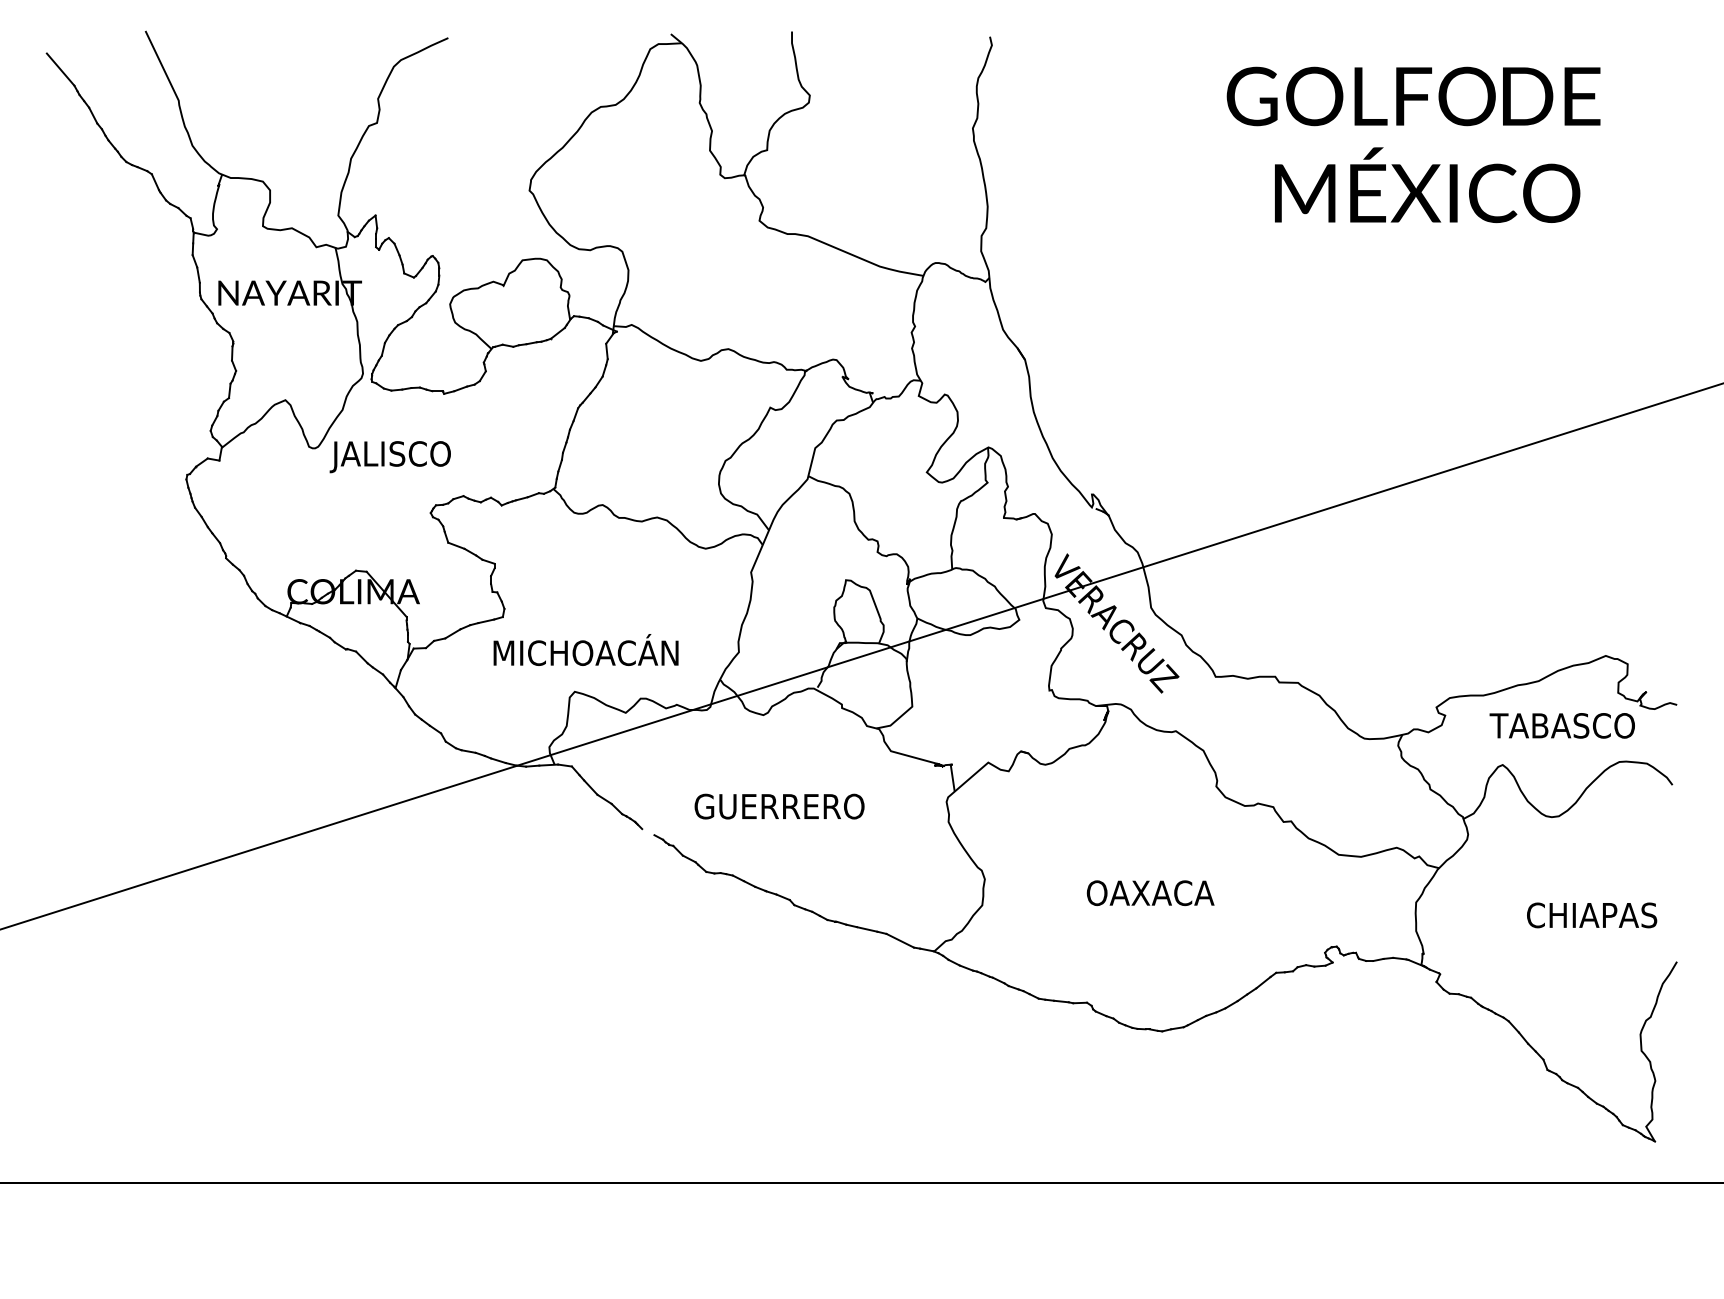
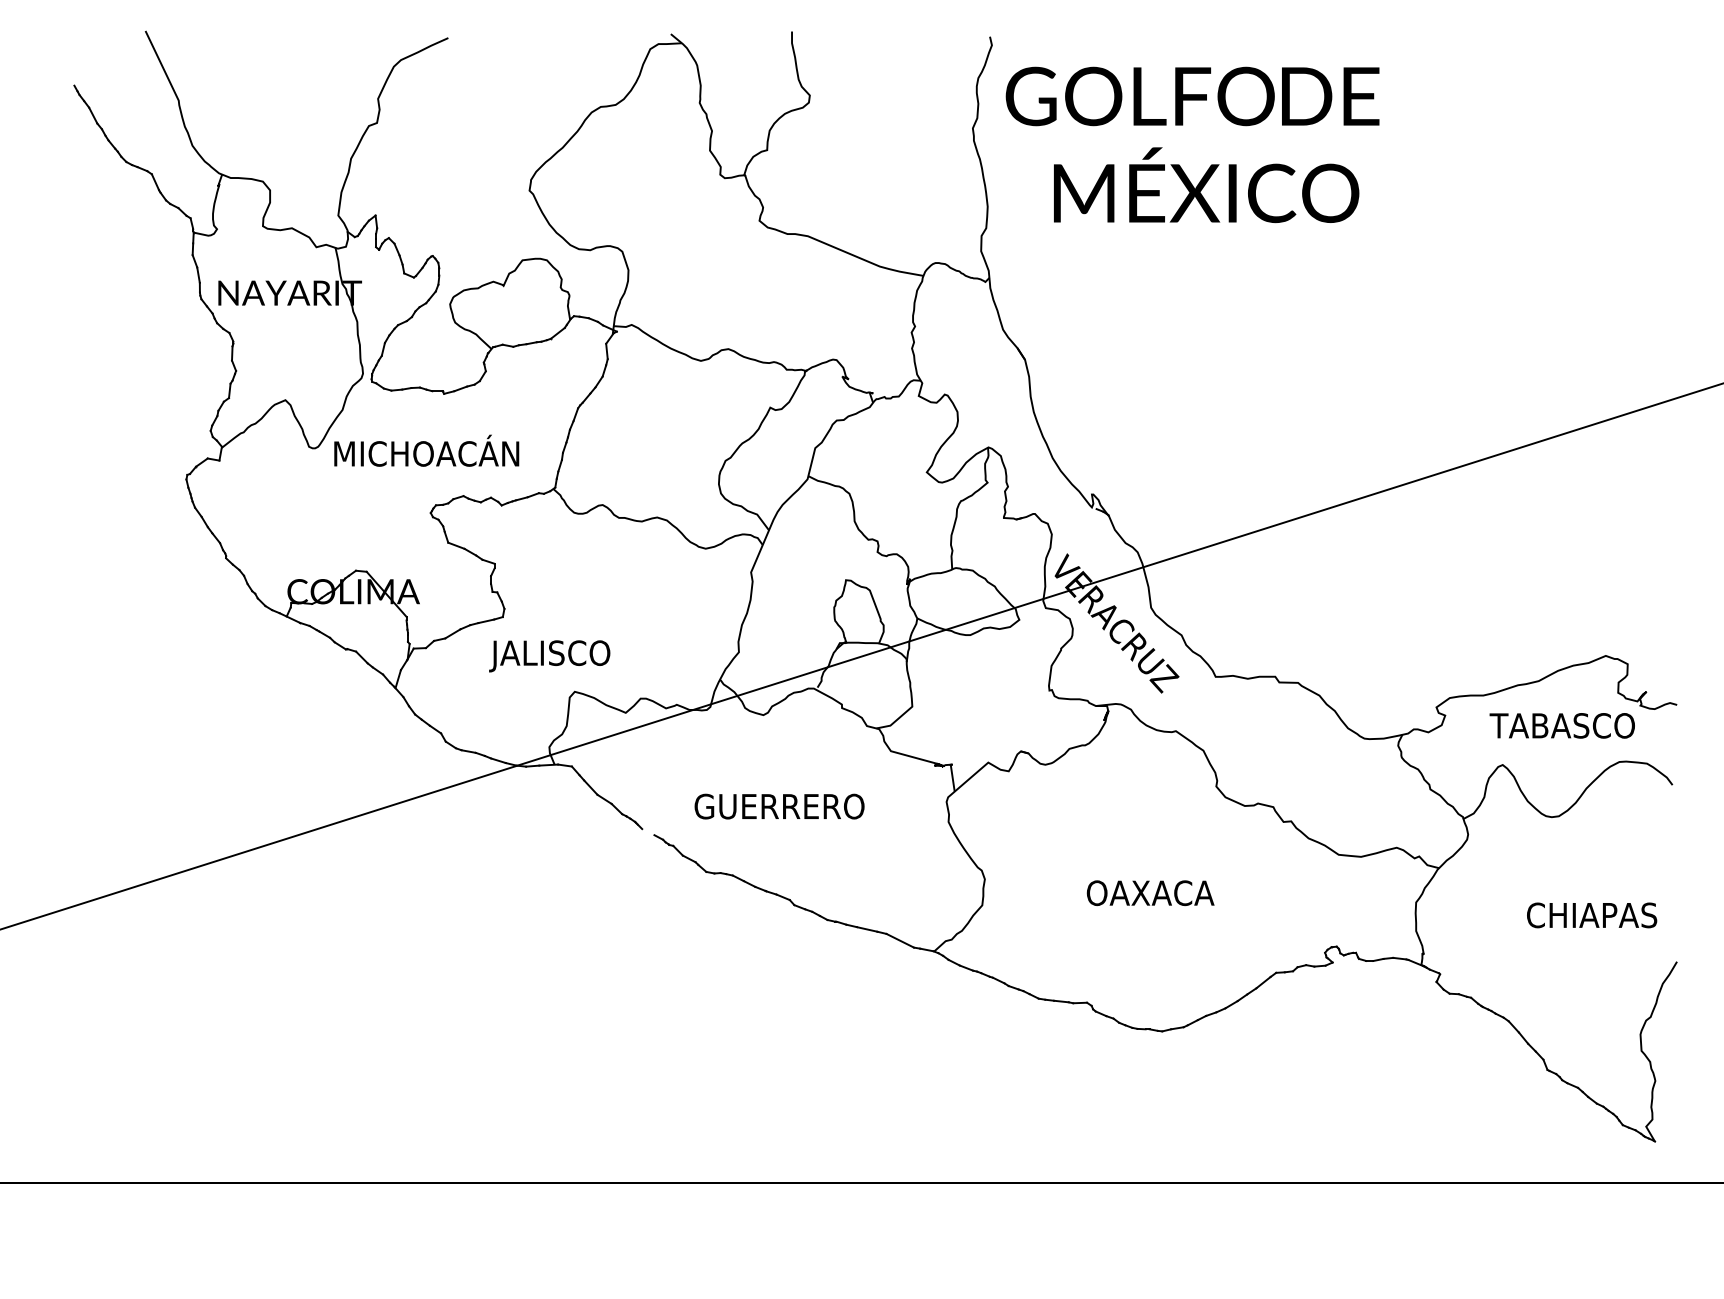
line at (60, 69): present -> none
text at (1413, 144) position: (1413, 144) -> (1192, 144)
text at (424, 453): JALISCO -> MICHOACÁN
text at (583, 653): MICHOACÁN -> JALISCO
